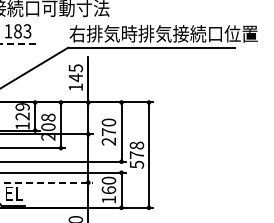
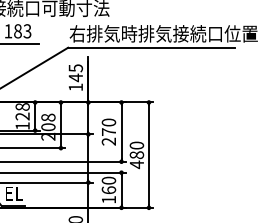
line at (20, 43): dashed -> solid
text at (22, 106): 129 -> 128
text at (136, 155): 578 -> 480
line at (46, 182): dashed -> solid
